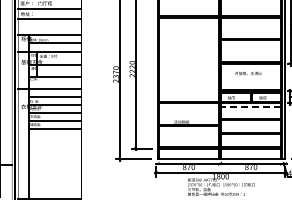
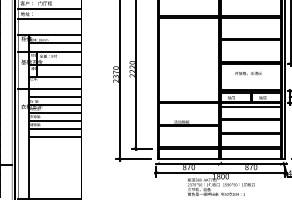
line at (251, 107): dashed -> solid
line at (54, 136): none -> present
